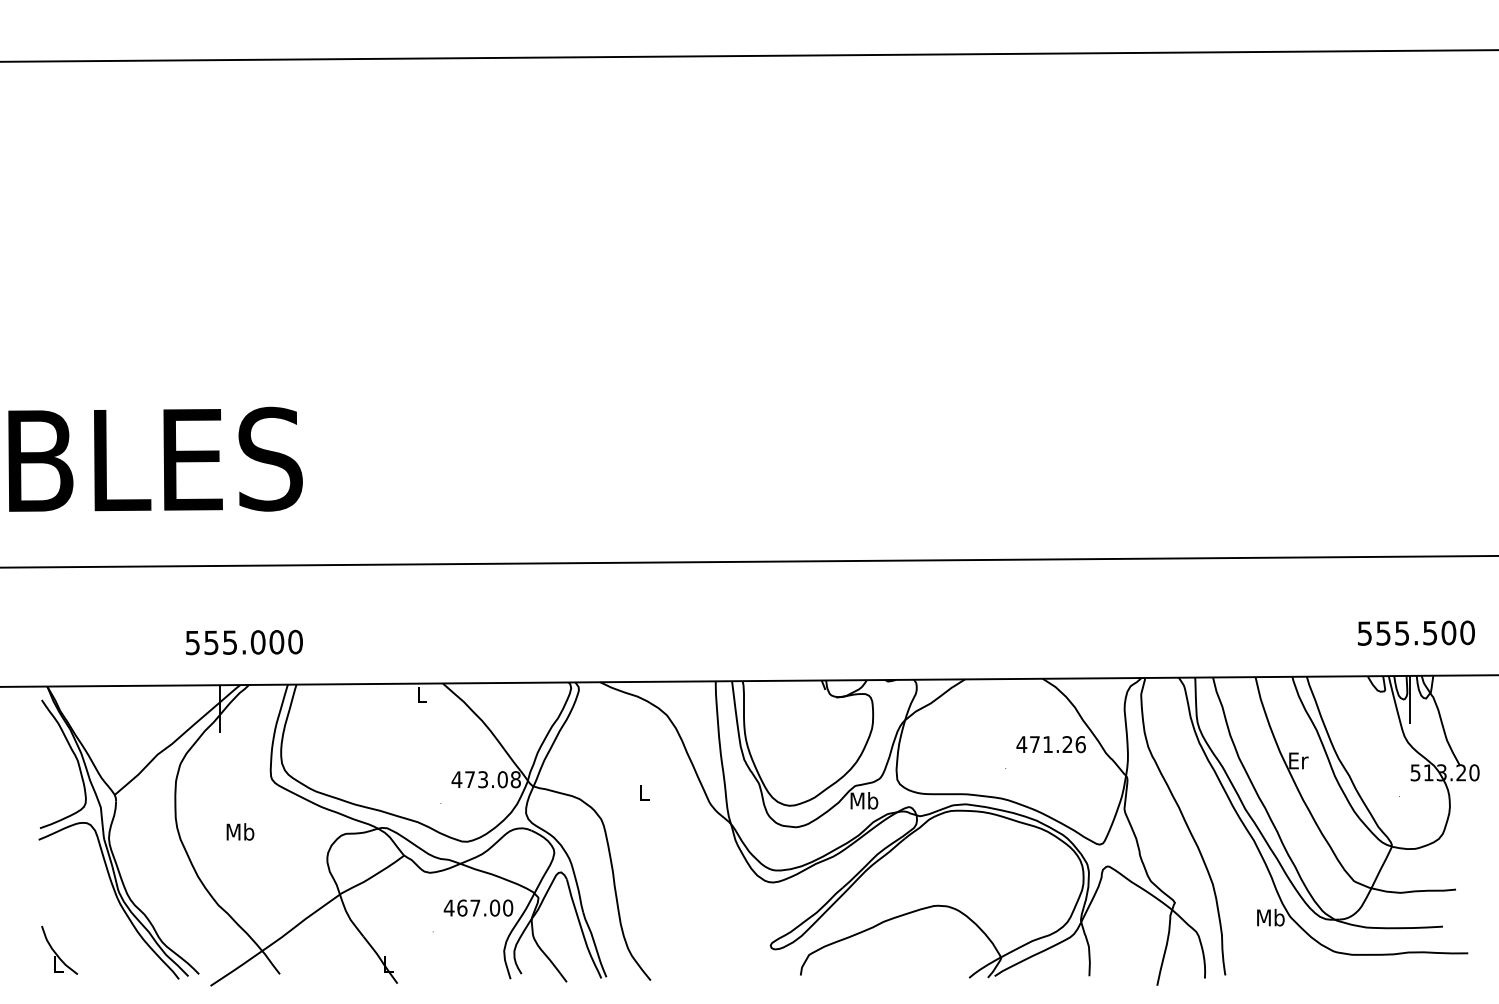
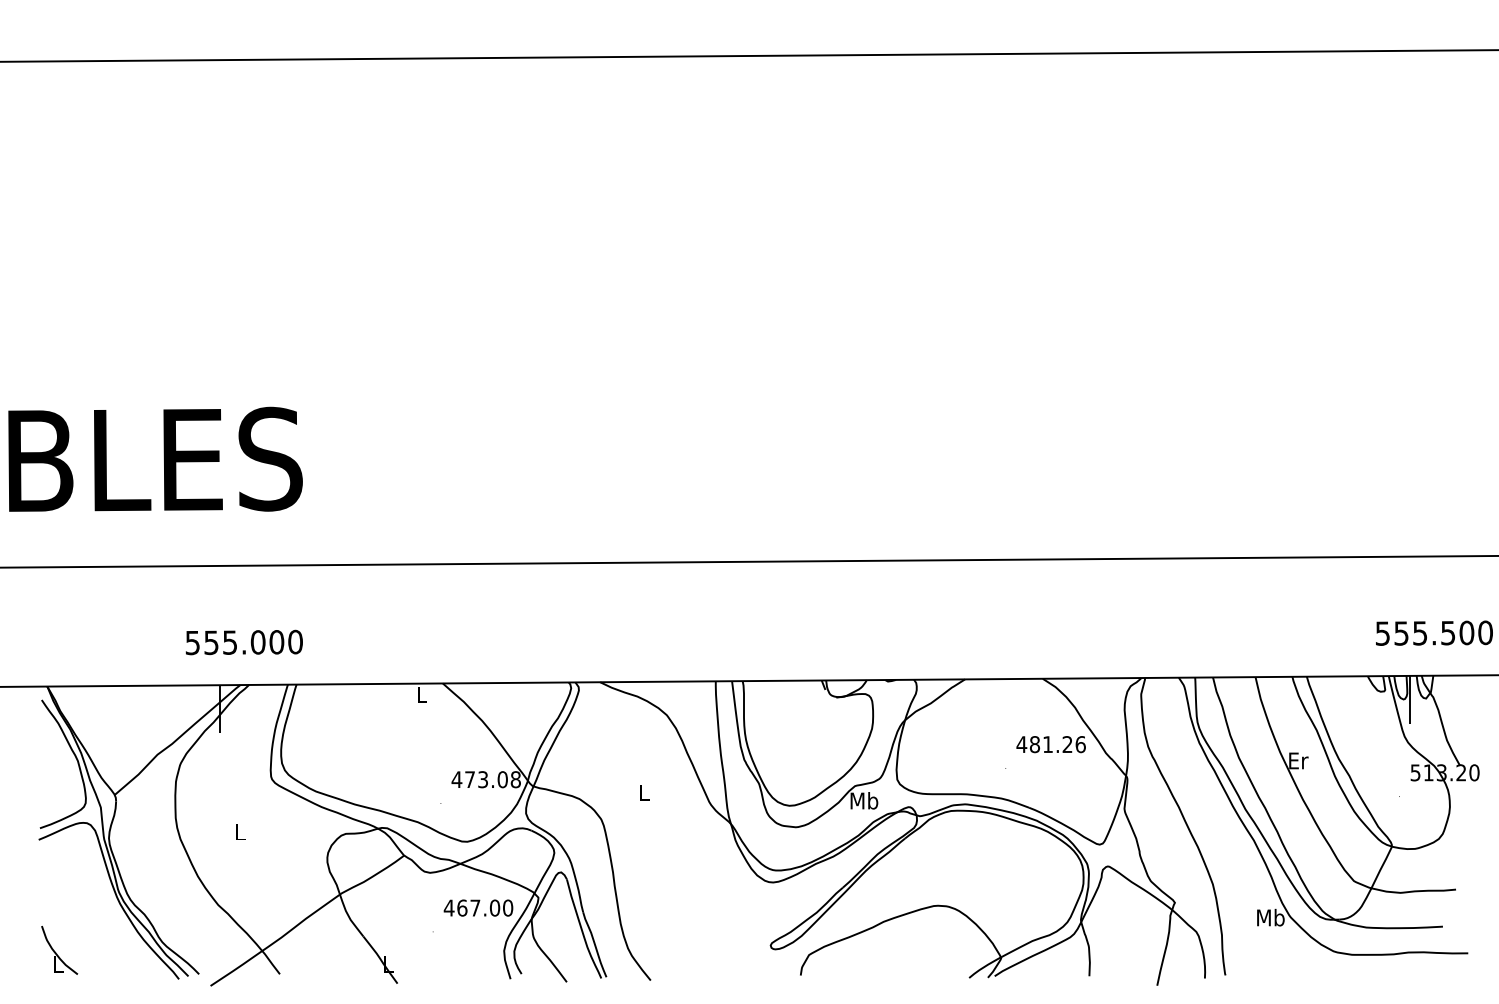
text at (1416, 632) position: (1416, 632) -> (1434, 632)
text at (1034, 744): 471.26 -> 481.26
text at (240, 831): Mb -> L
